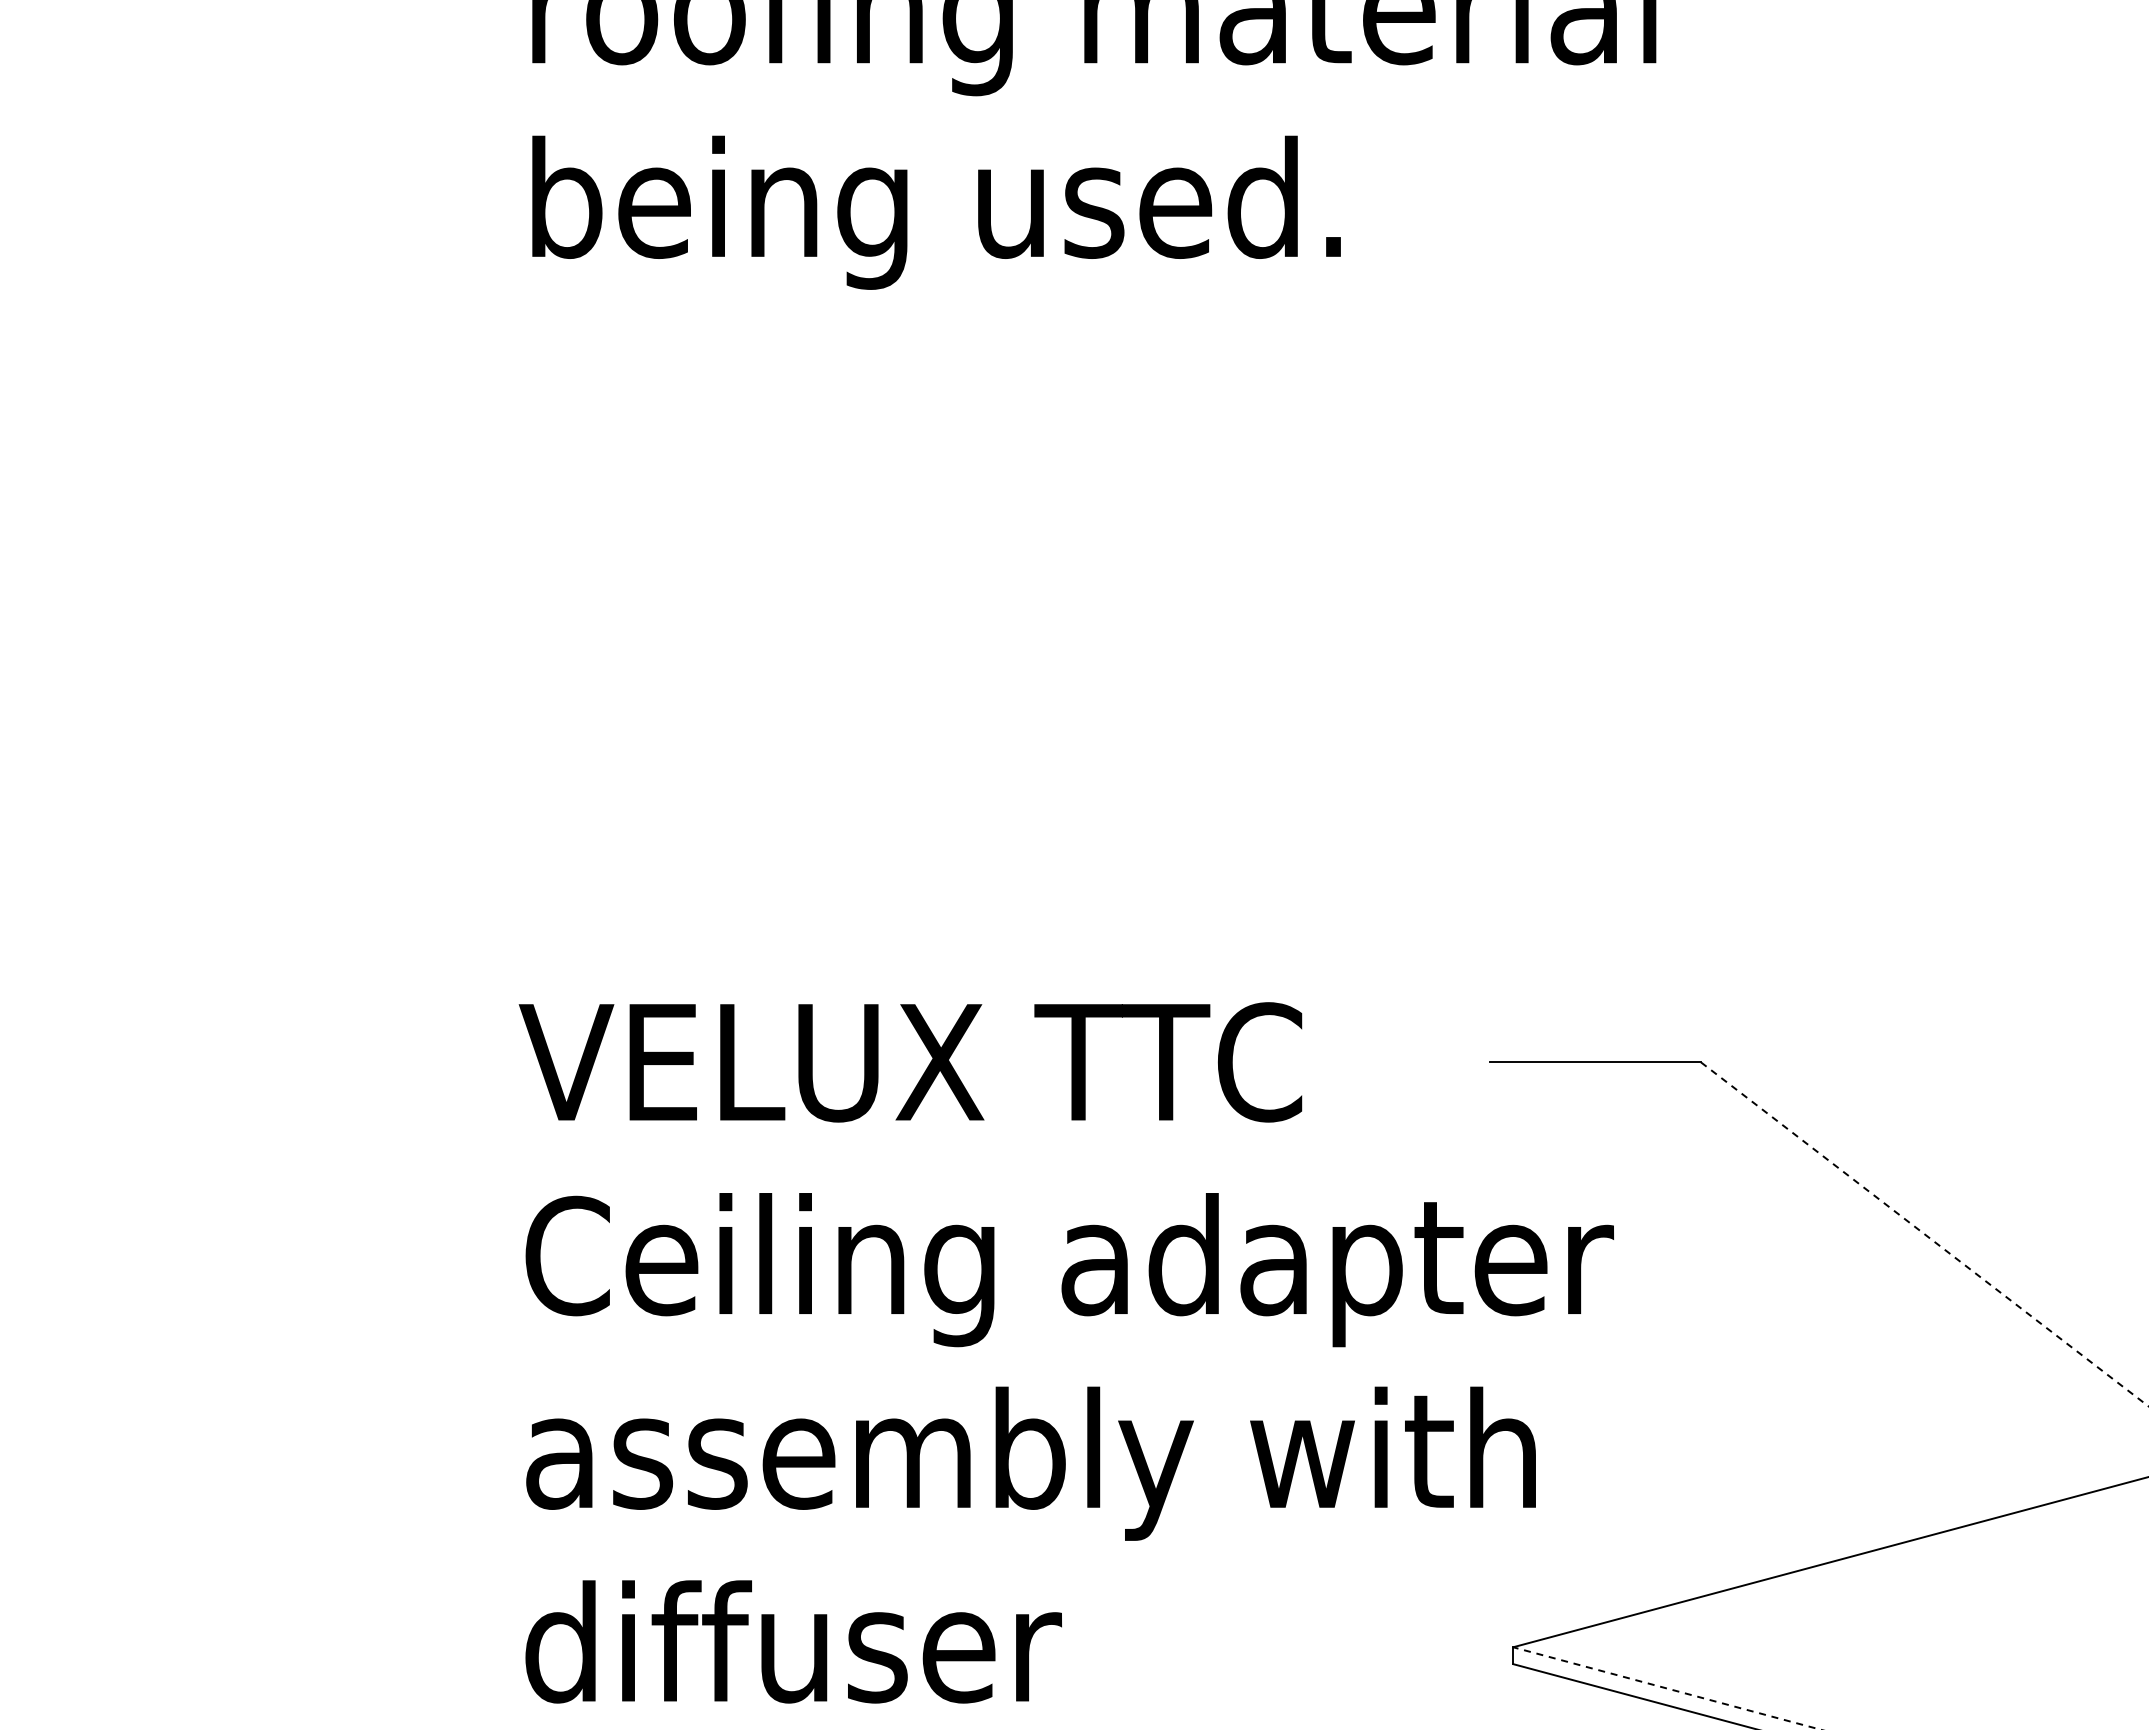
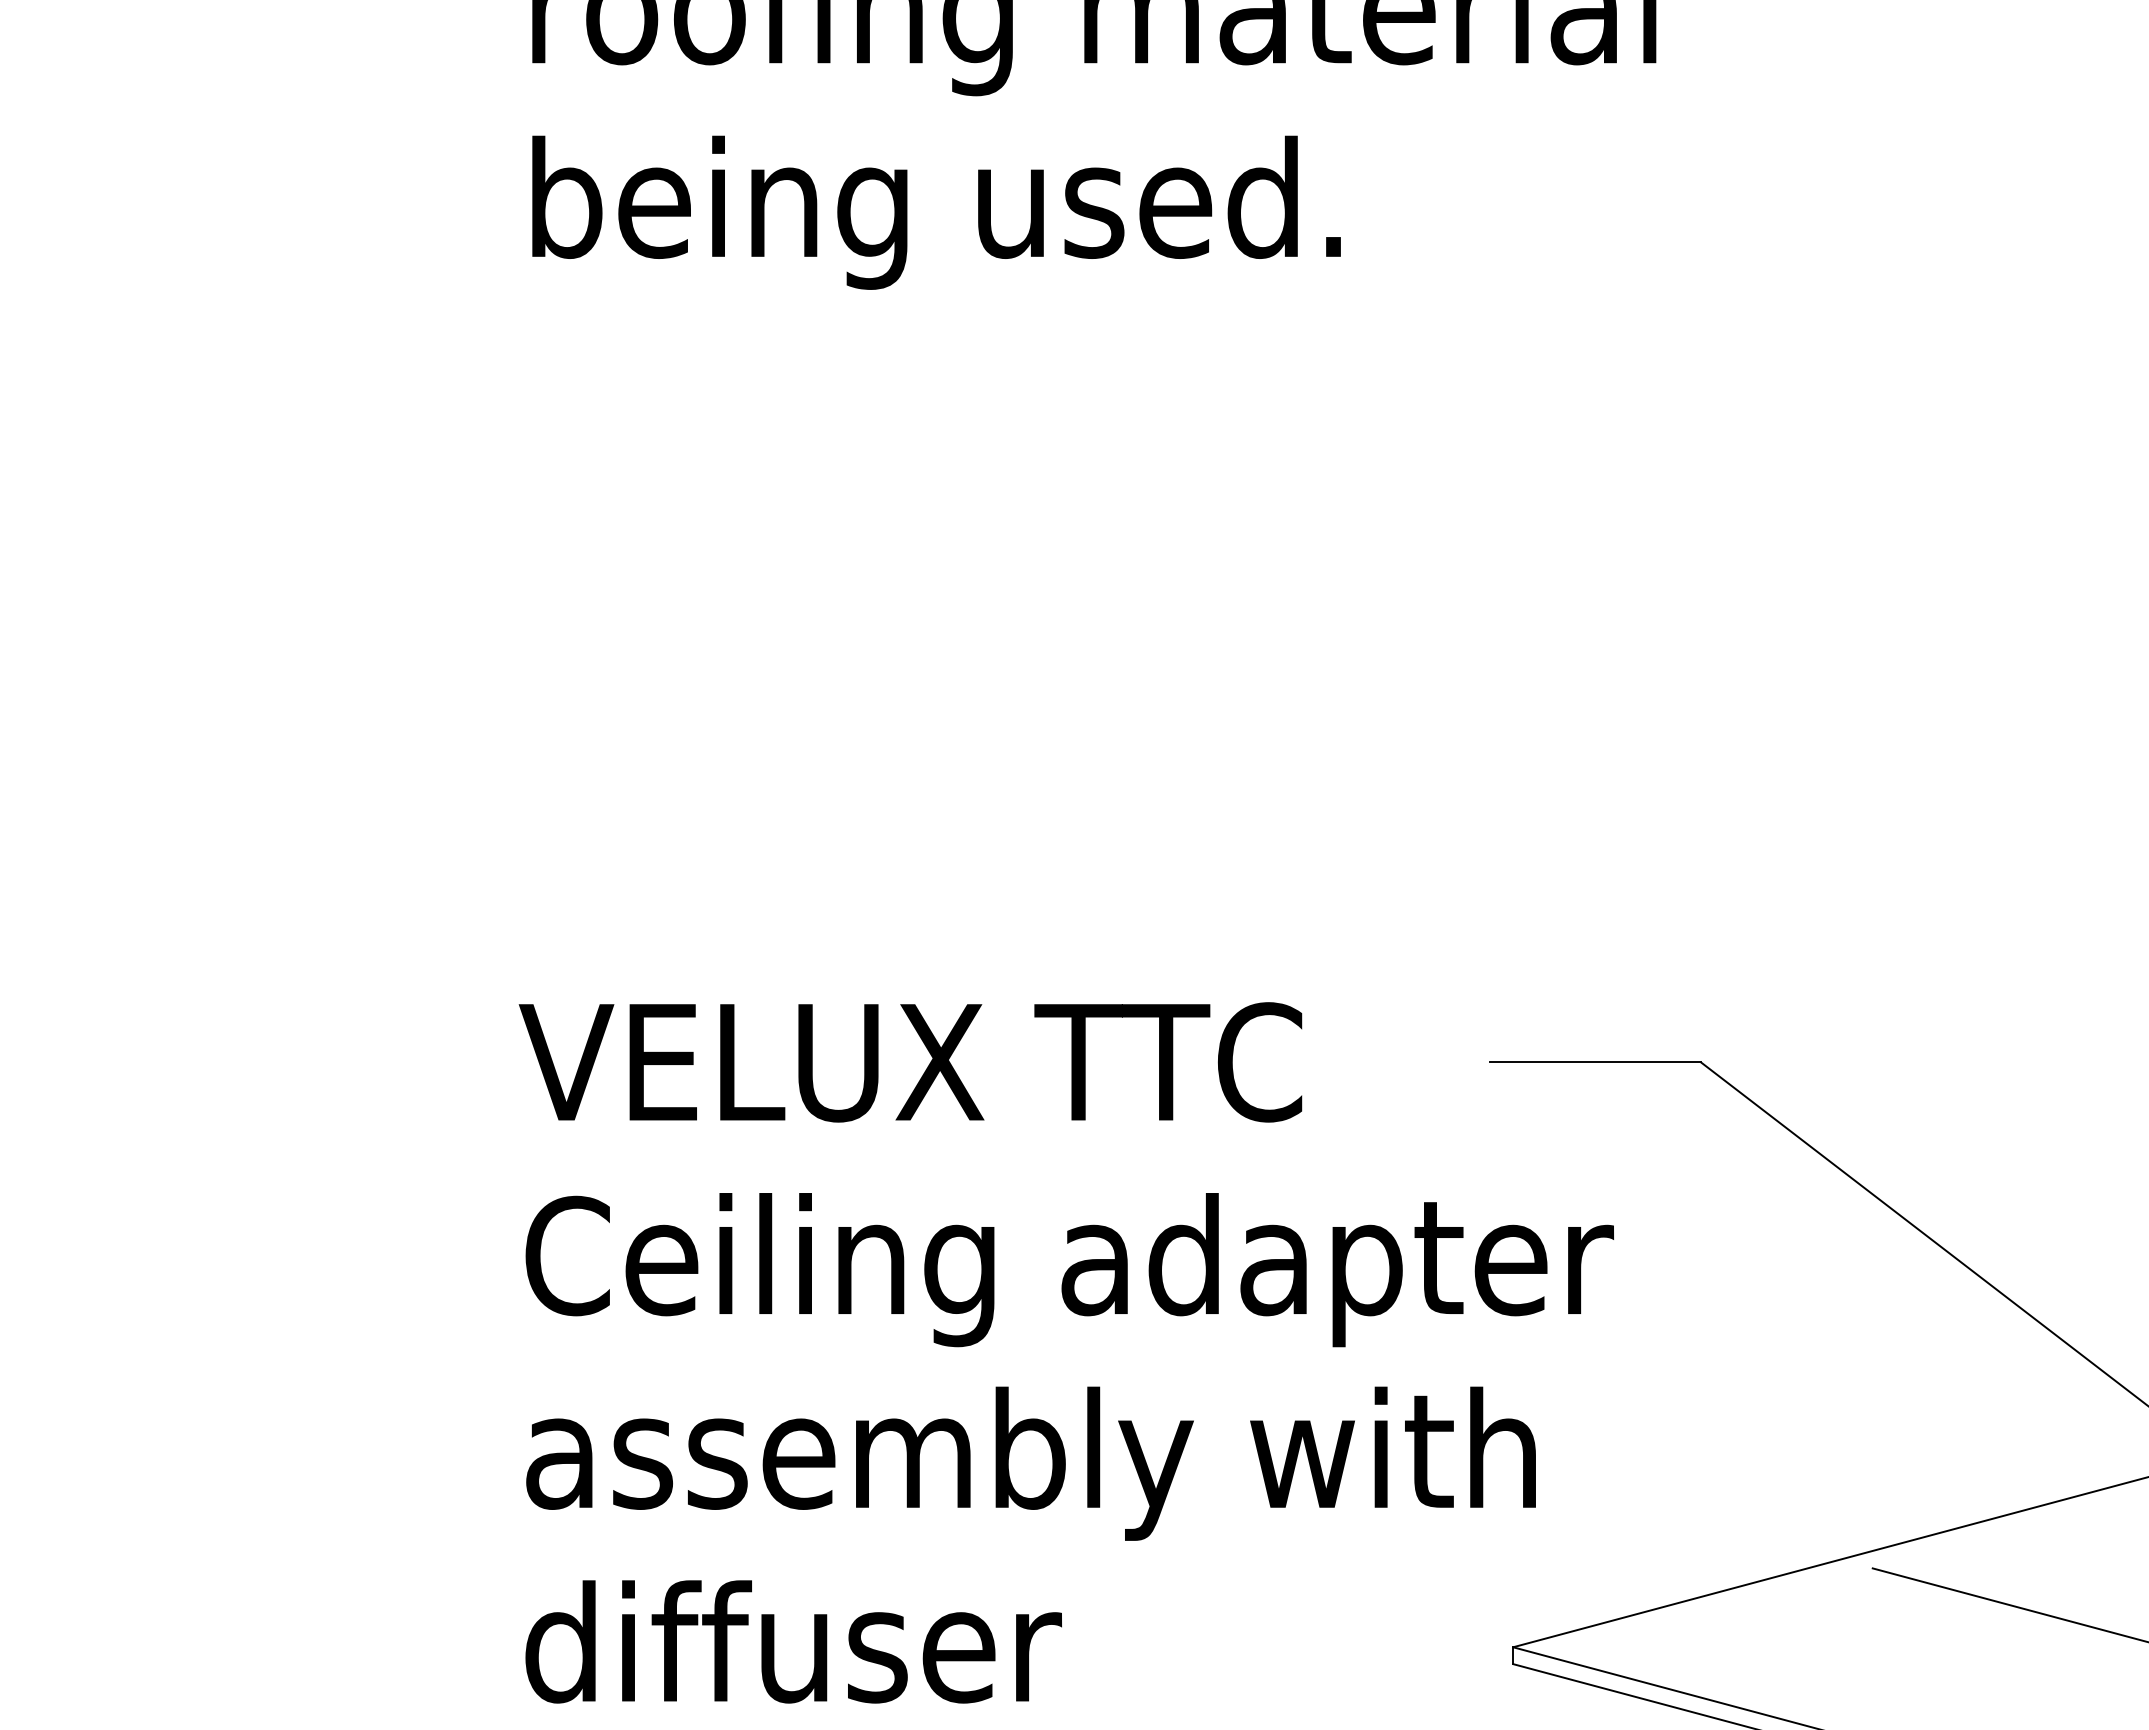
line at (1925, 1234): dashed -> solid
line at (2008, 1604): none -> present
line at (1666, 1688): dashed -> solid
